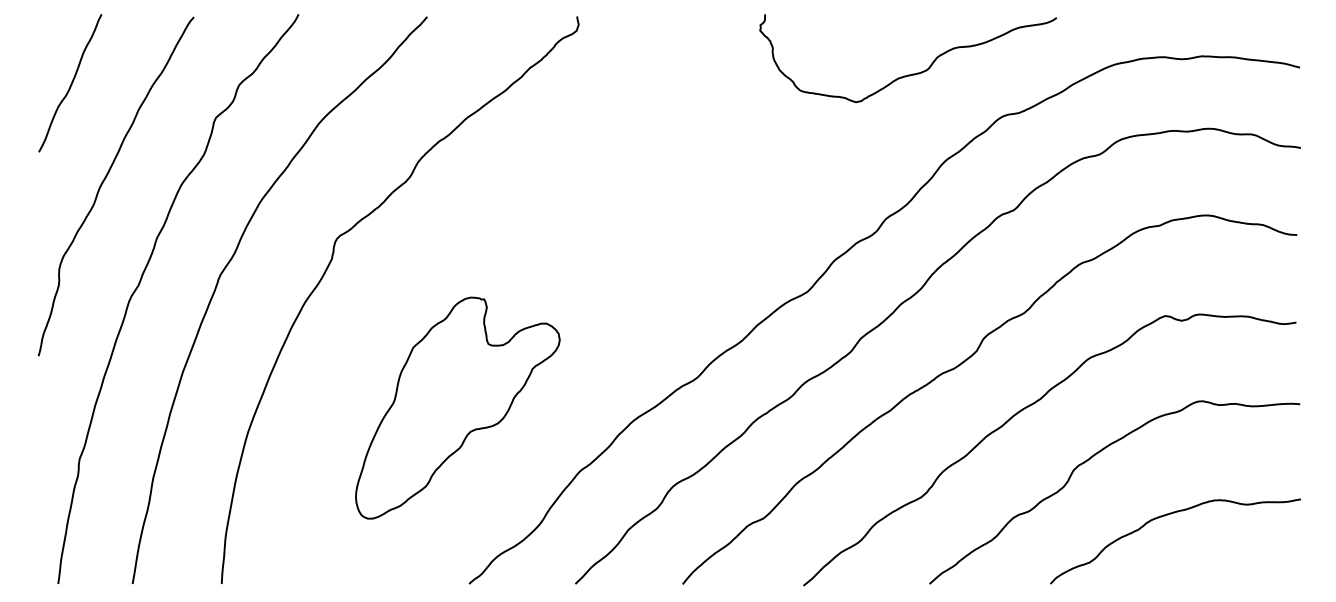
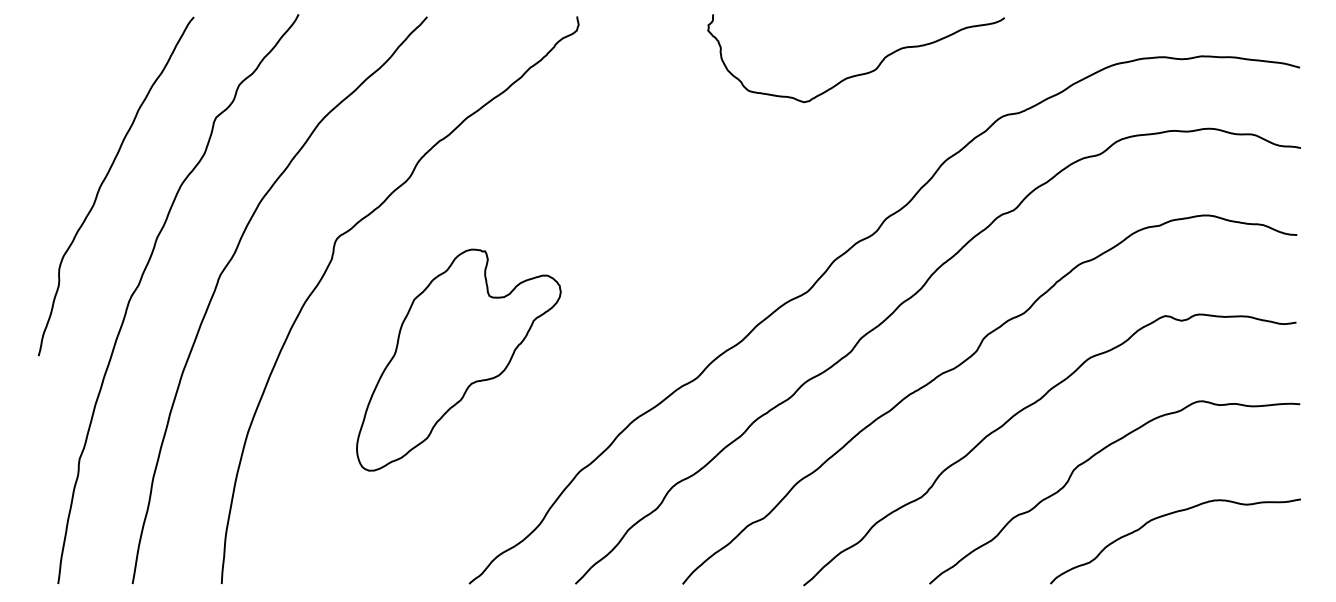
curve at (912, 73) position: (912, 73) -> (860, 73)
curve at (70, 83): present -> none
part at (457, 407) position: (457, 407) -> (458, 359)
